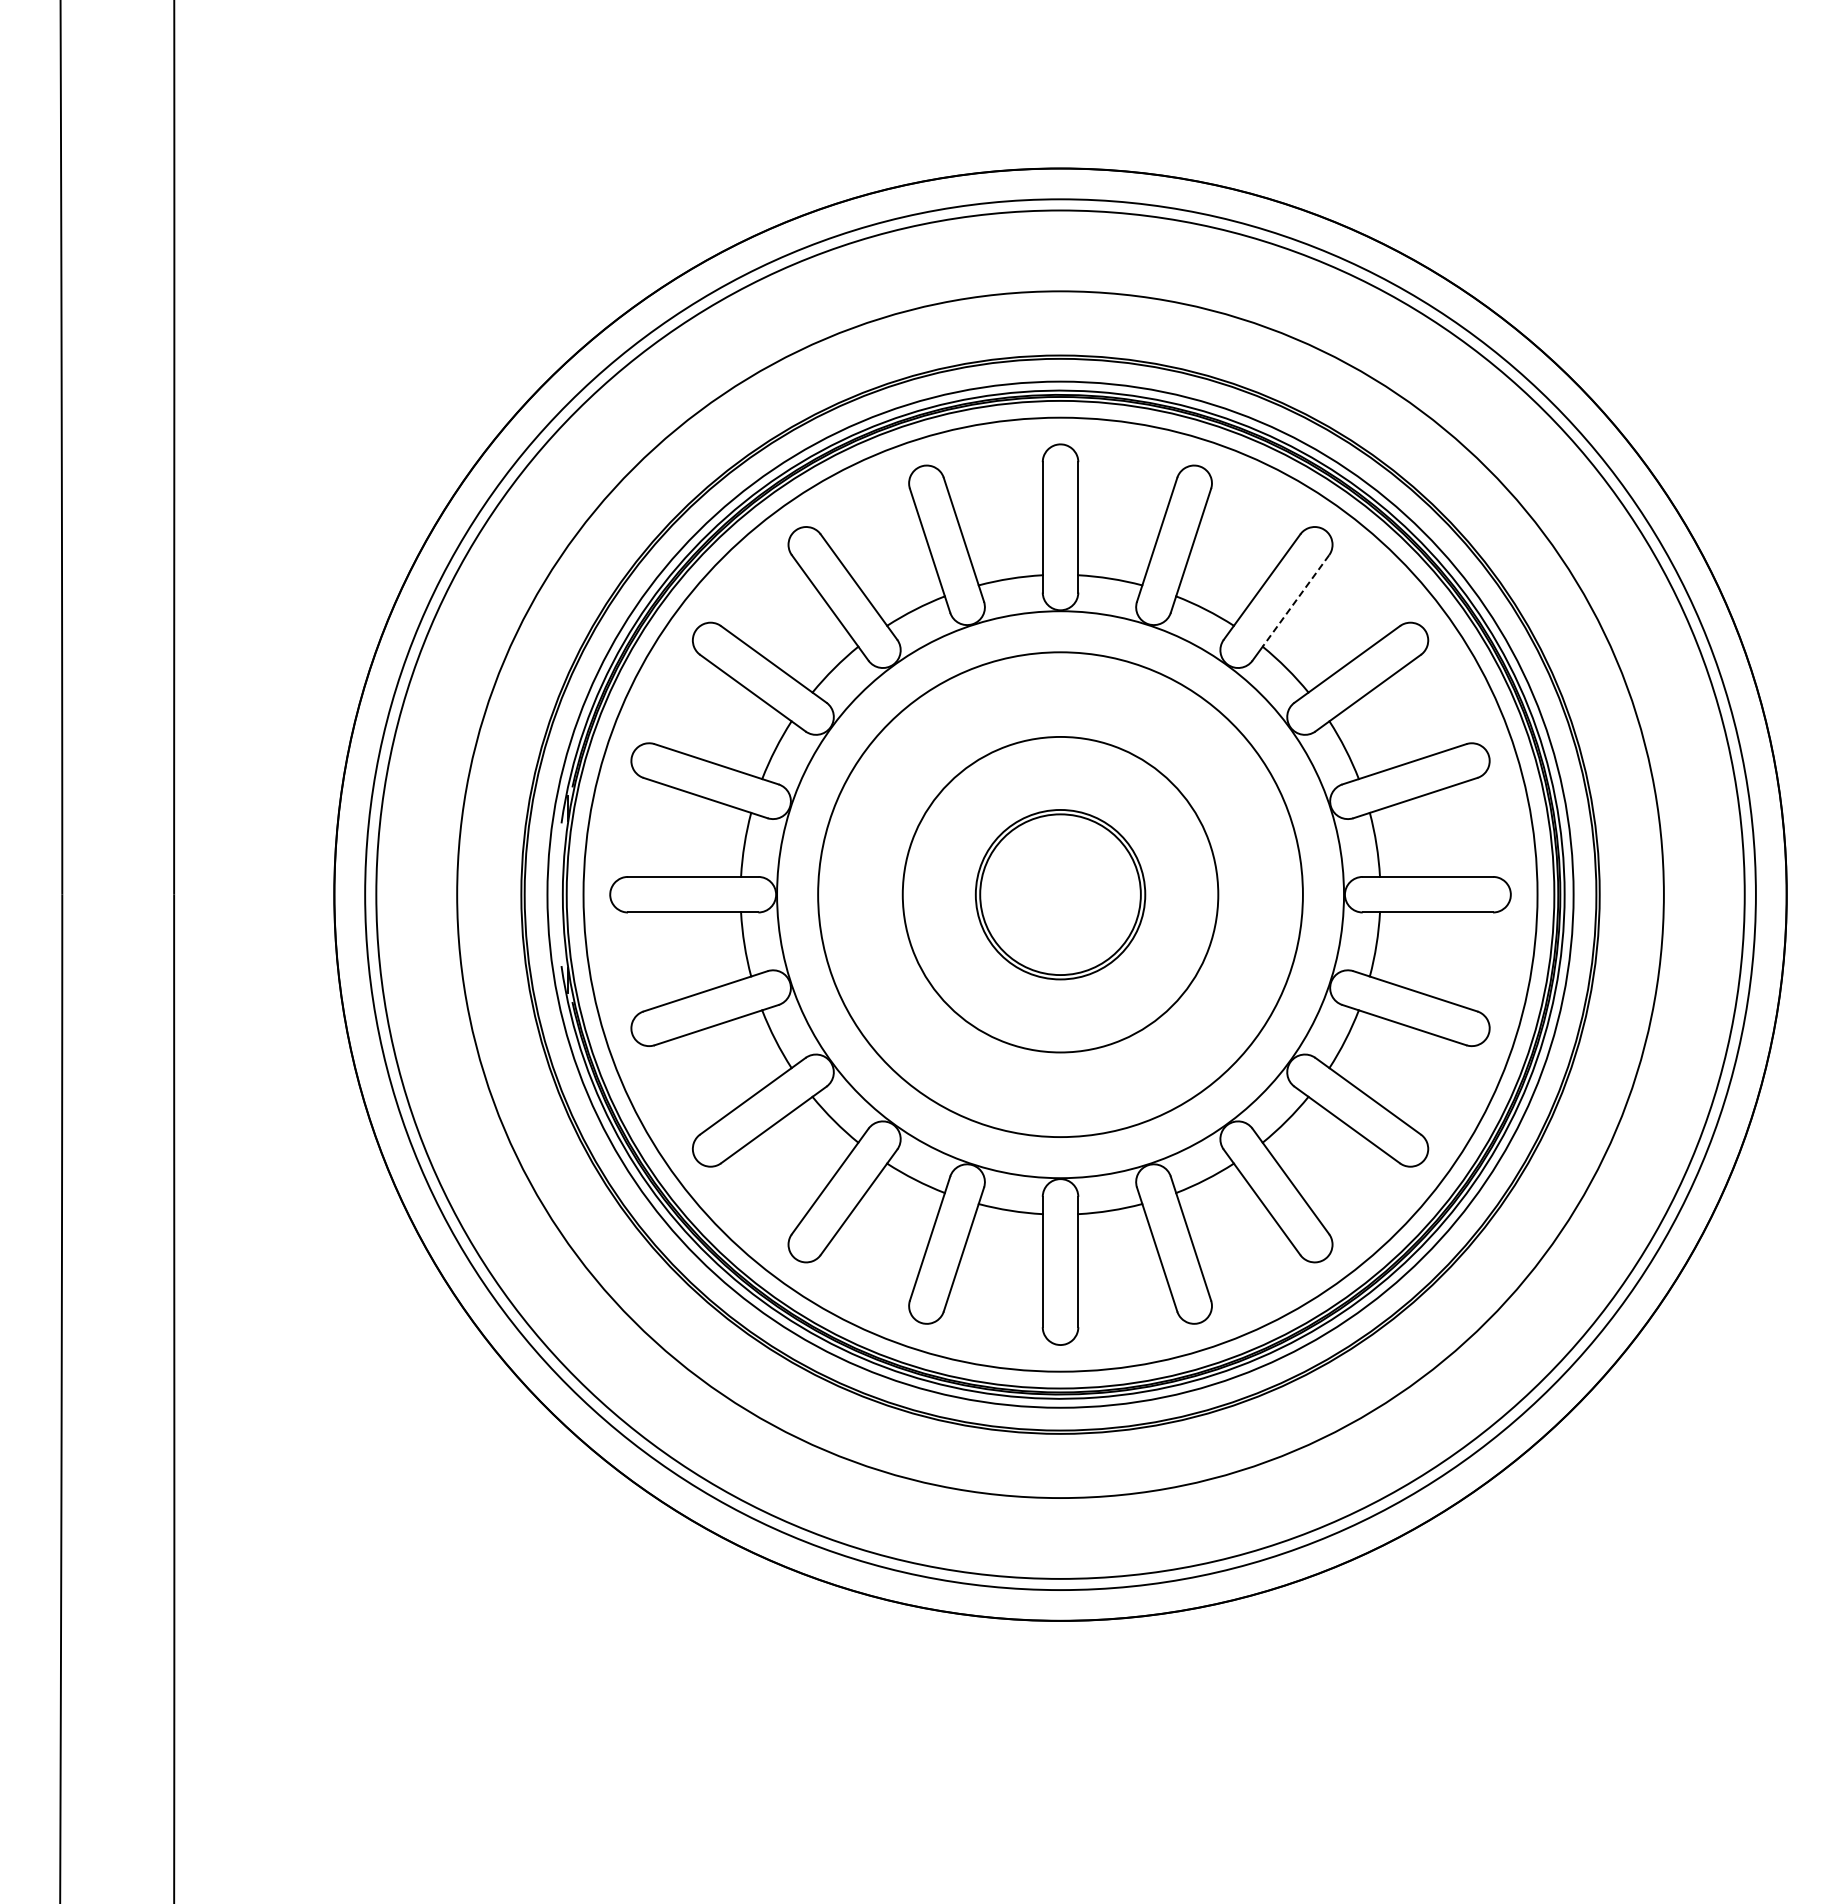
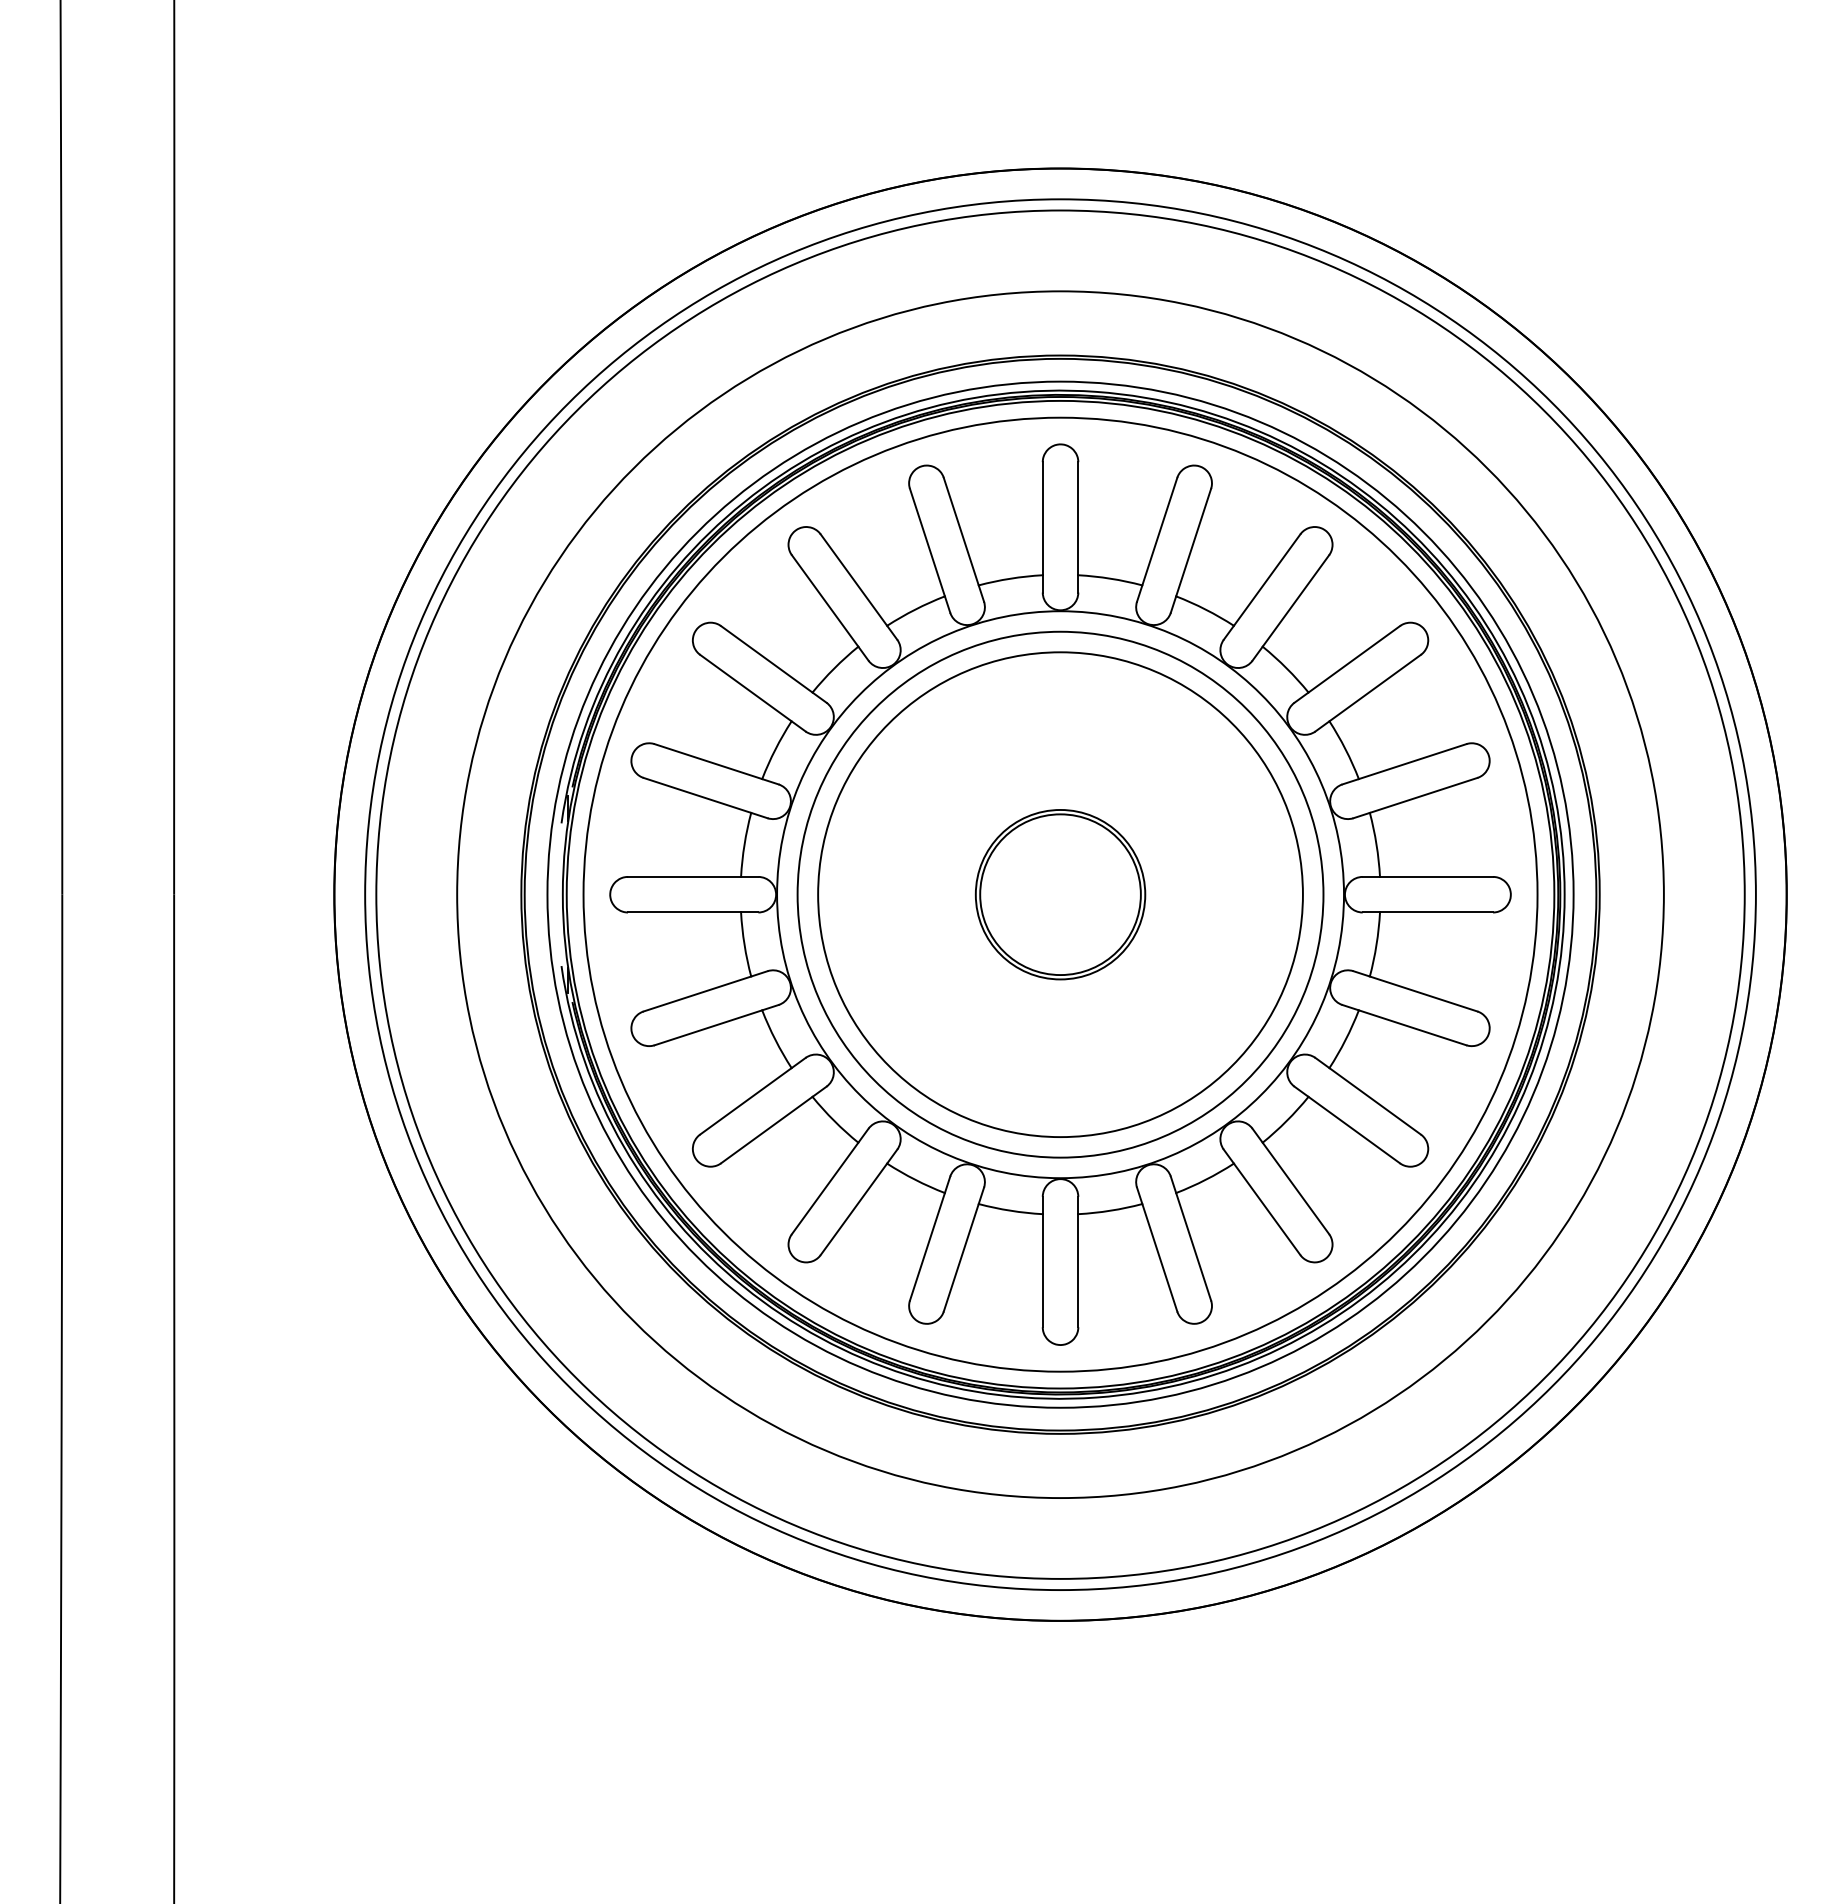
line at (1295, 600): dashed -> solid
circle at (1060, 894) diameter: 316 px -> 526 px
